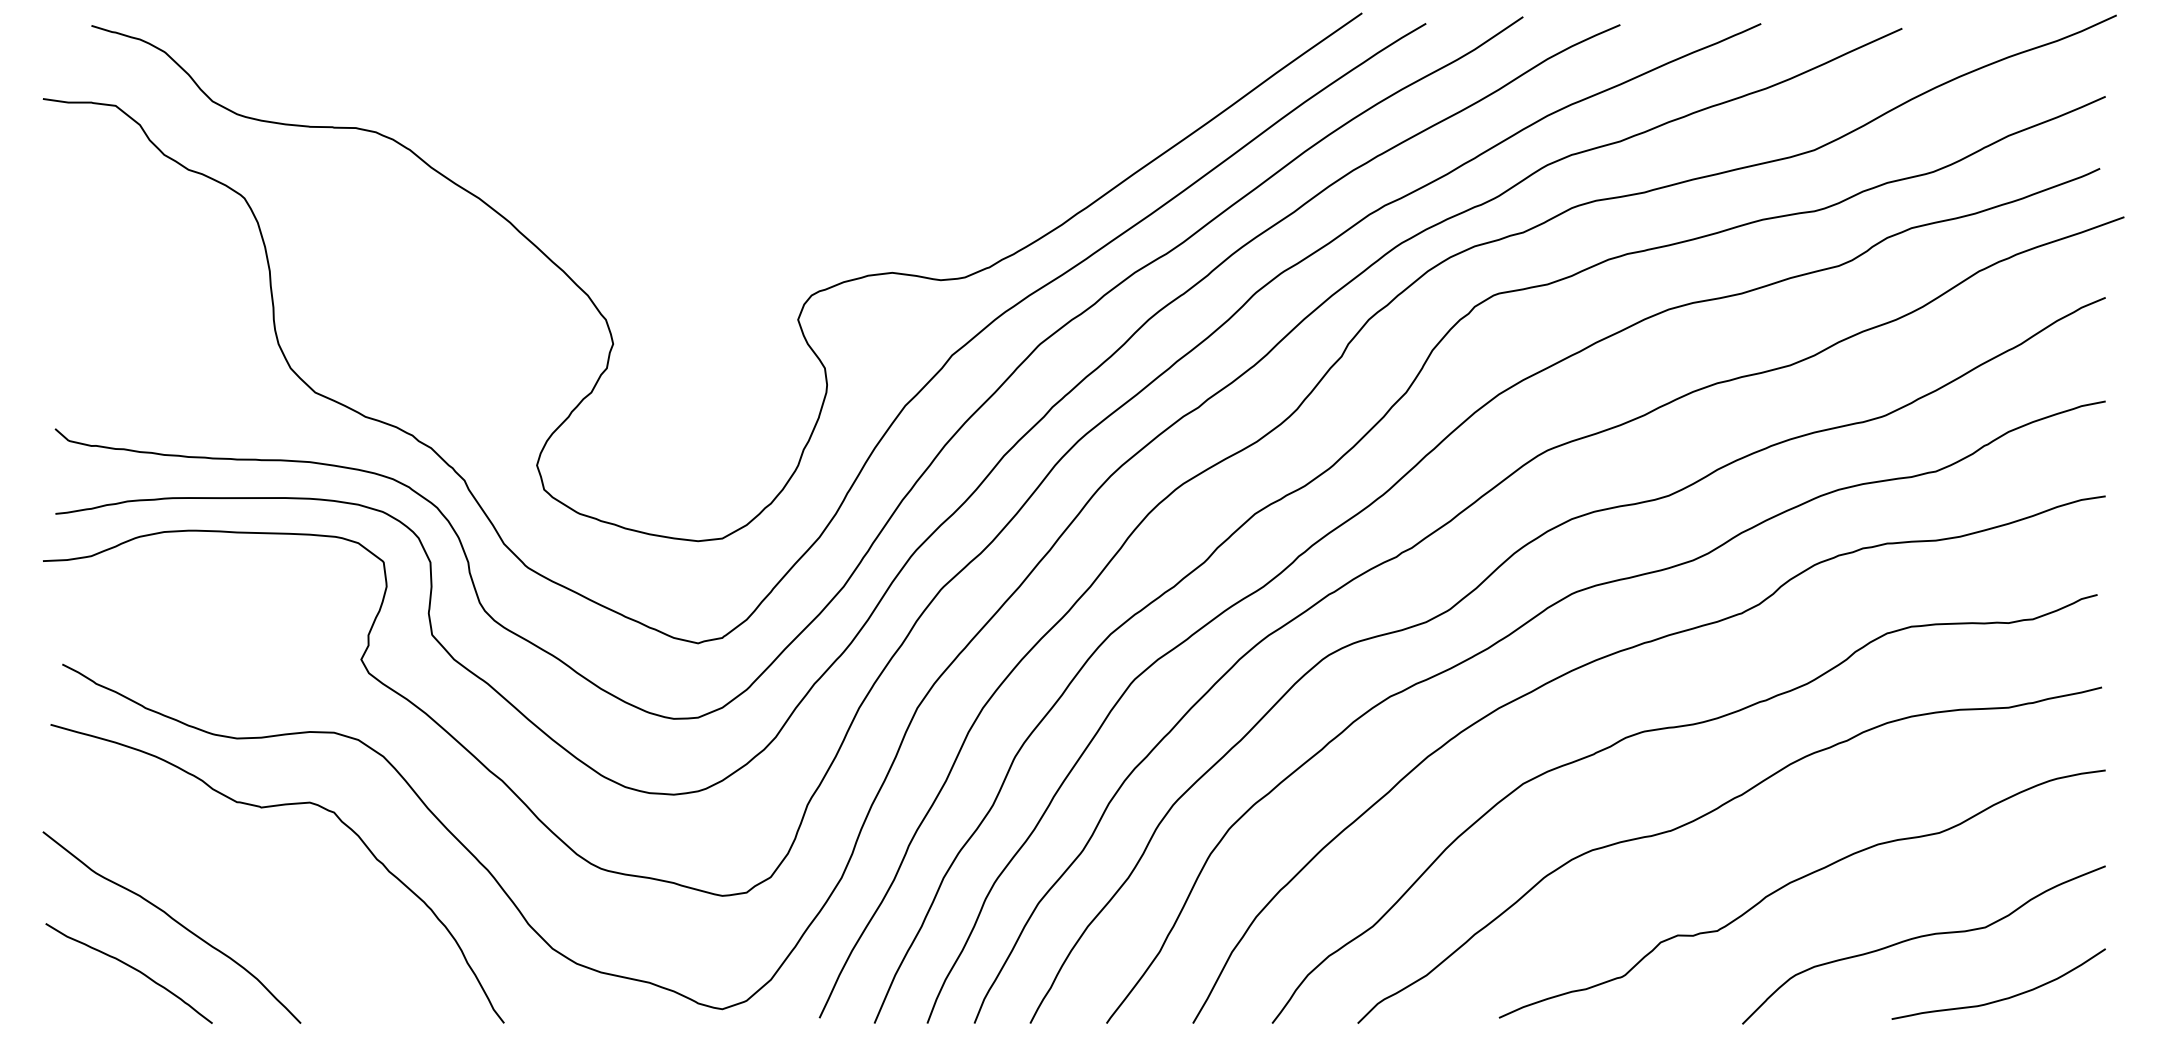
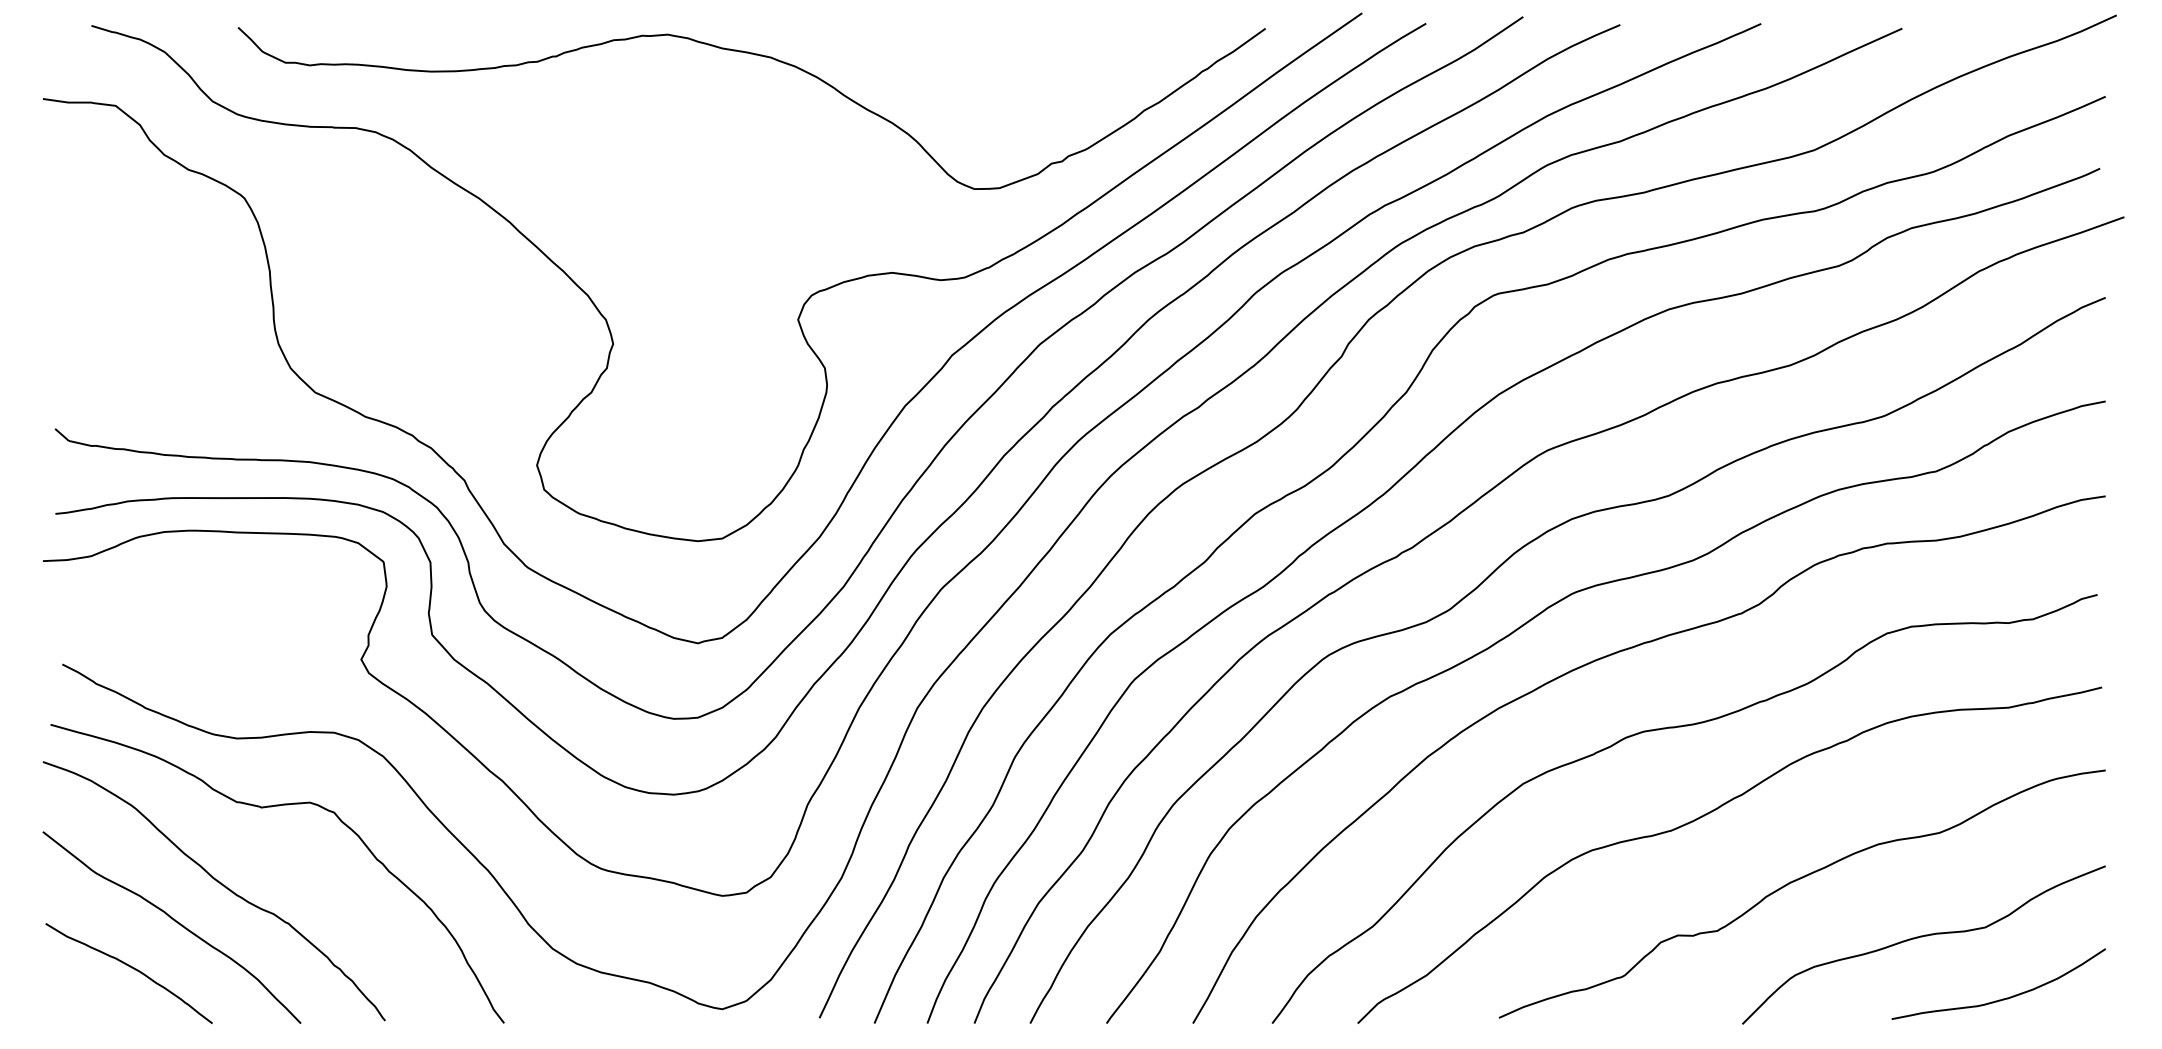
curve at (764, 57): none -> present
curve at (217, 882): none -> present
